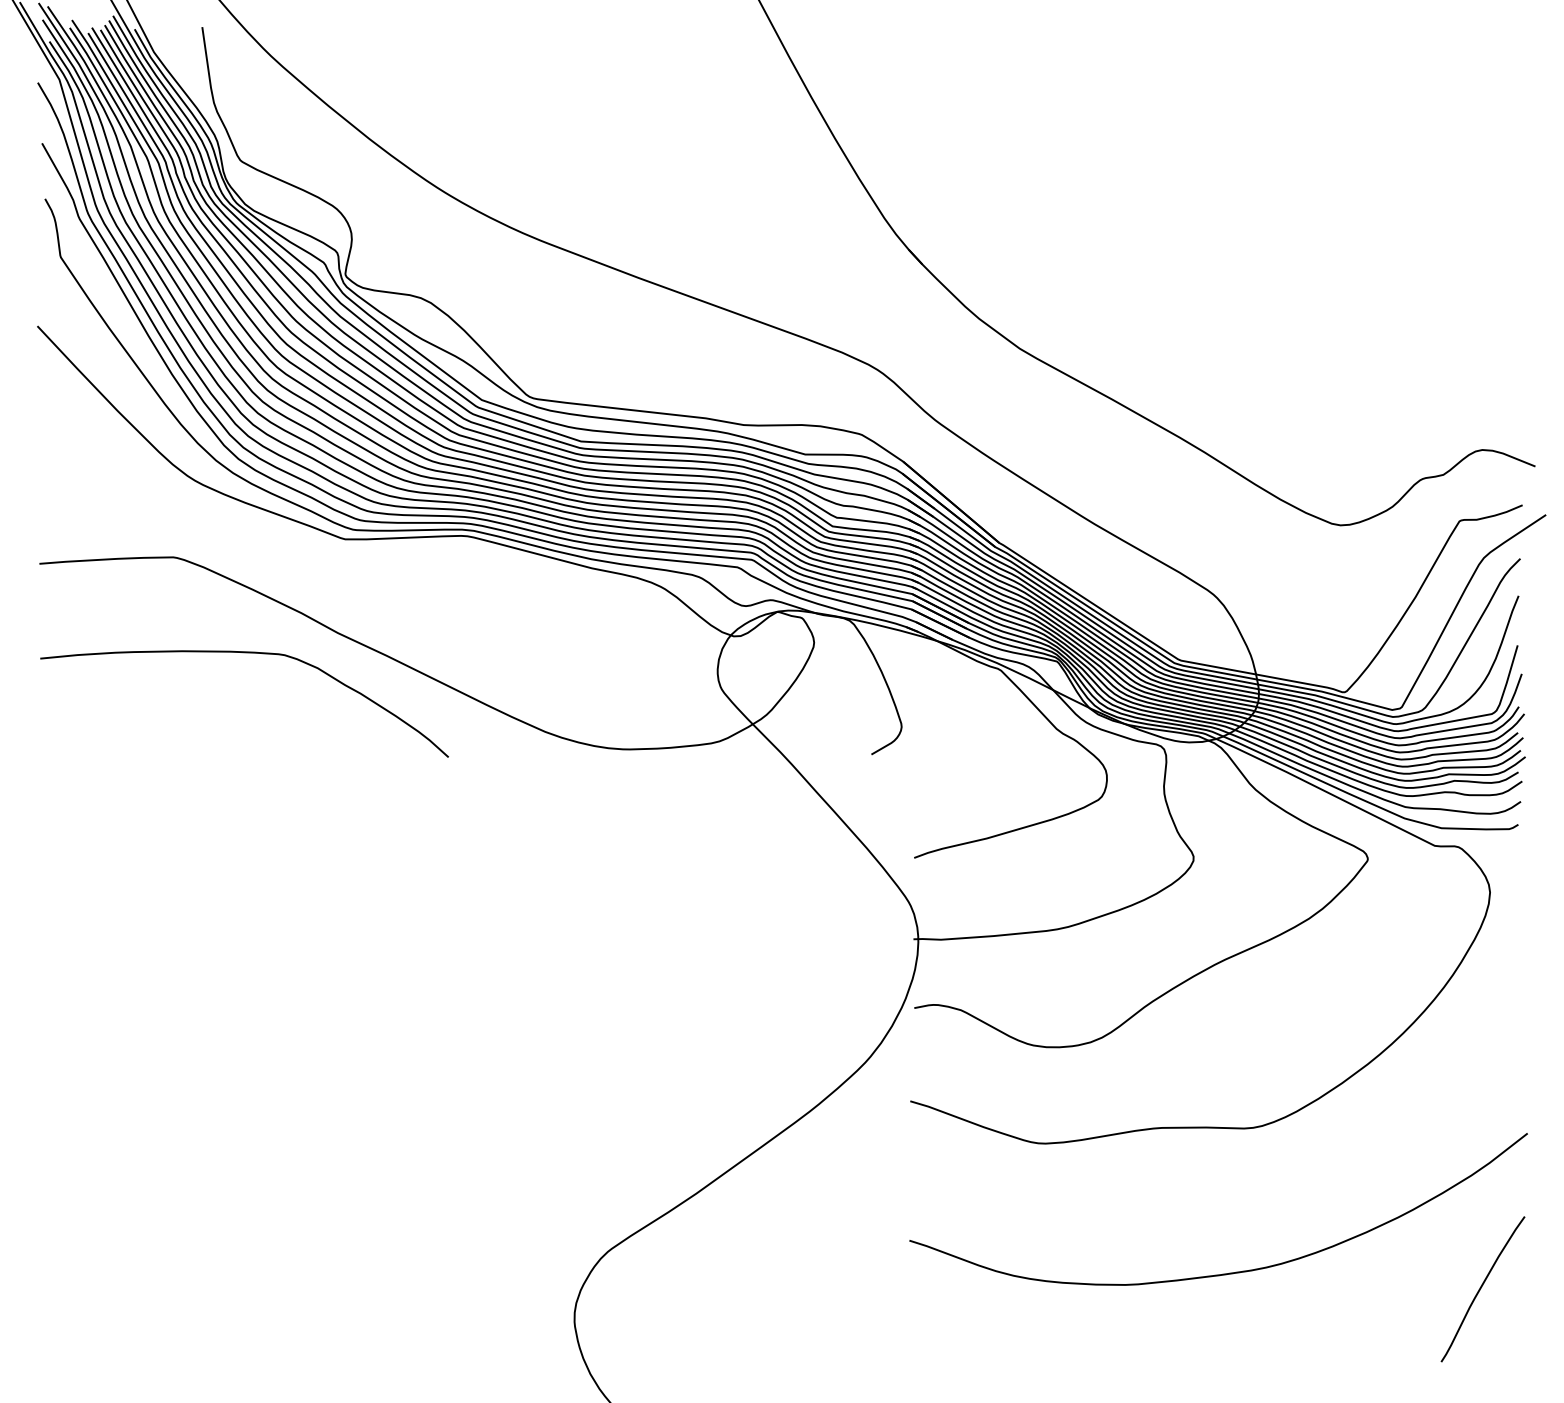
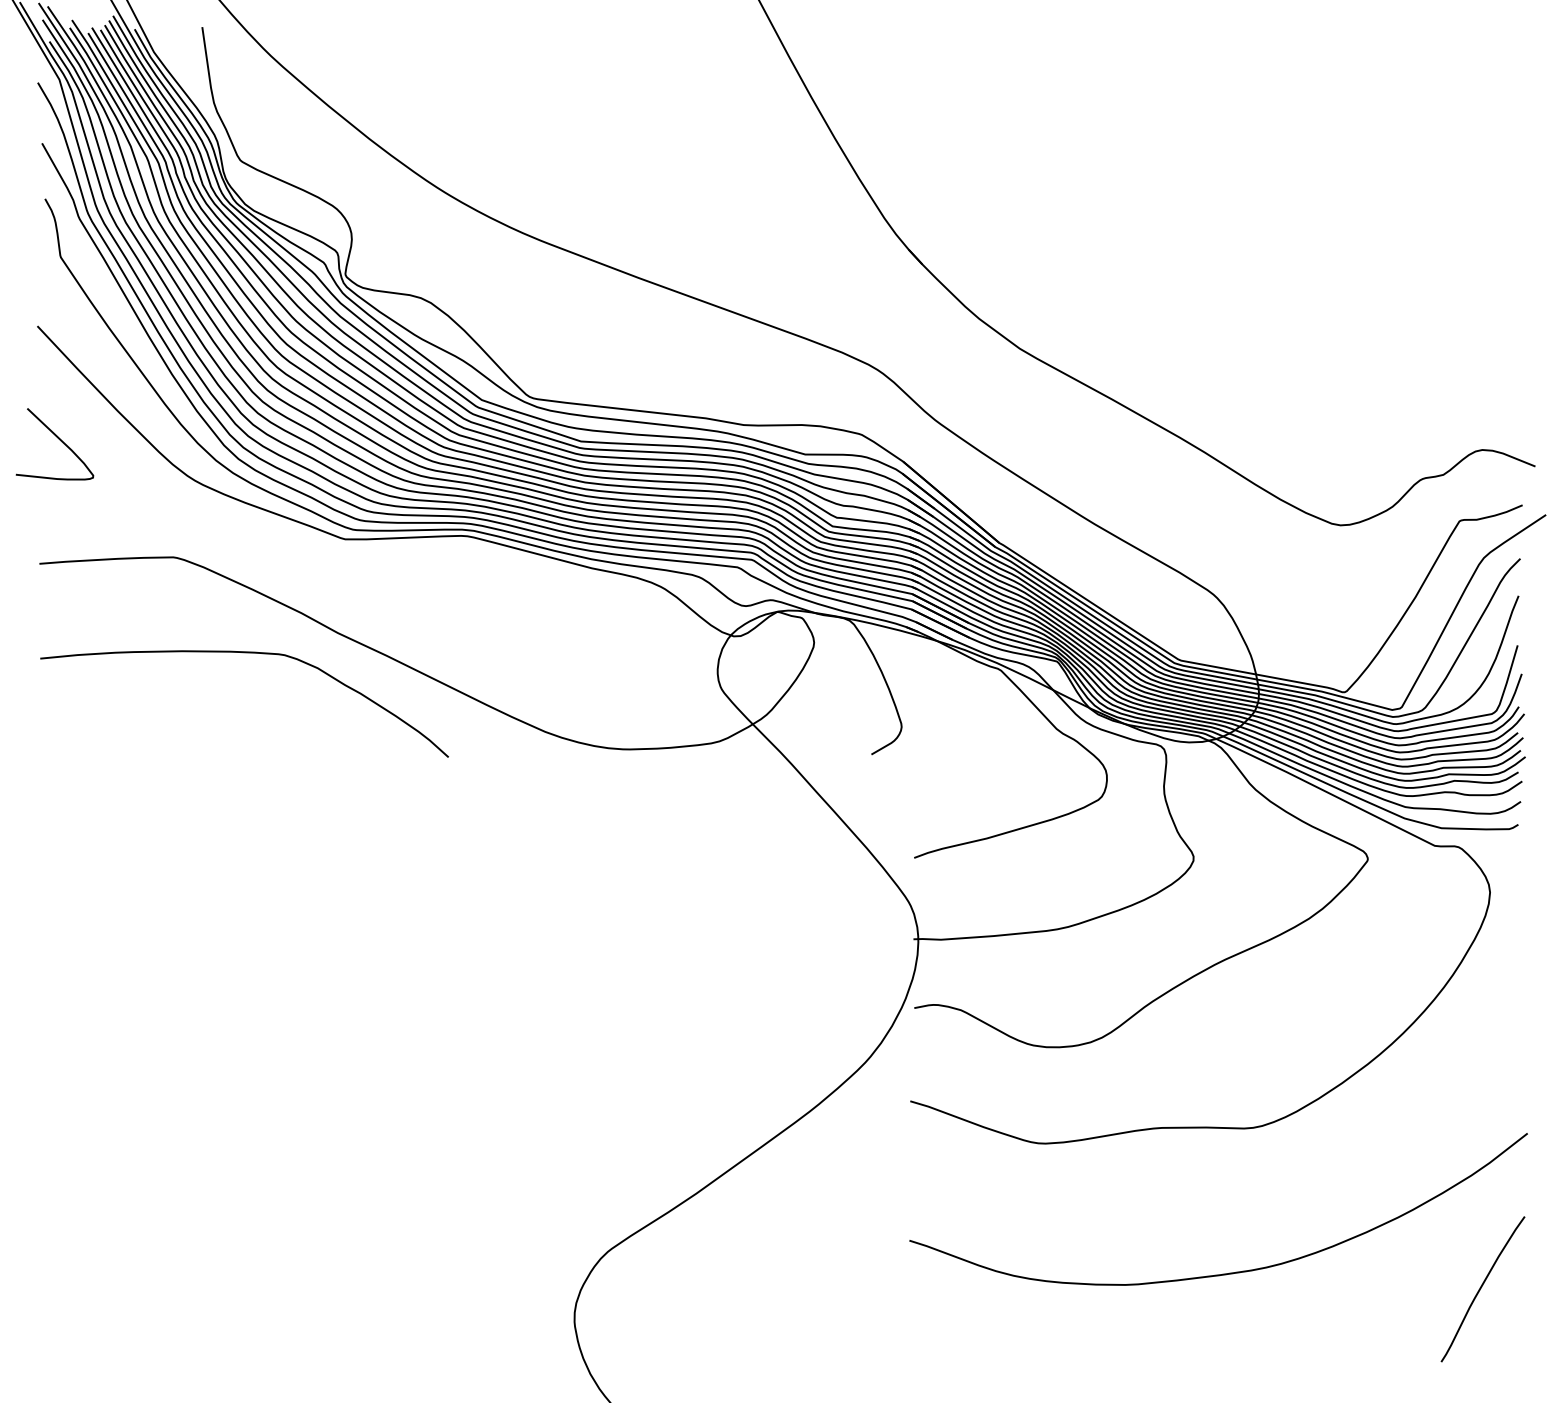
curve at (58, 439): none -> present
